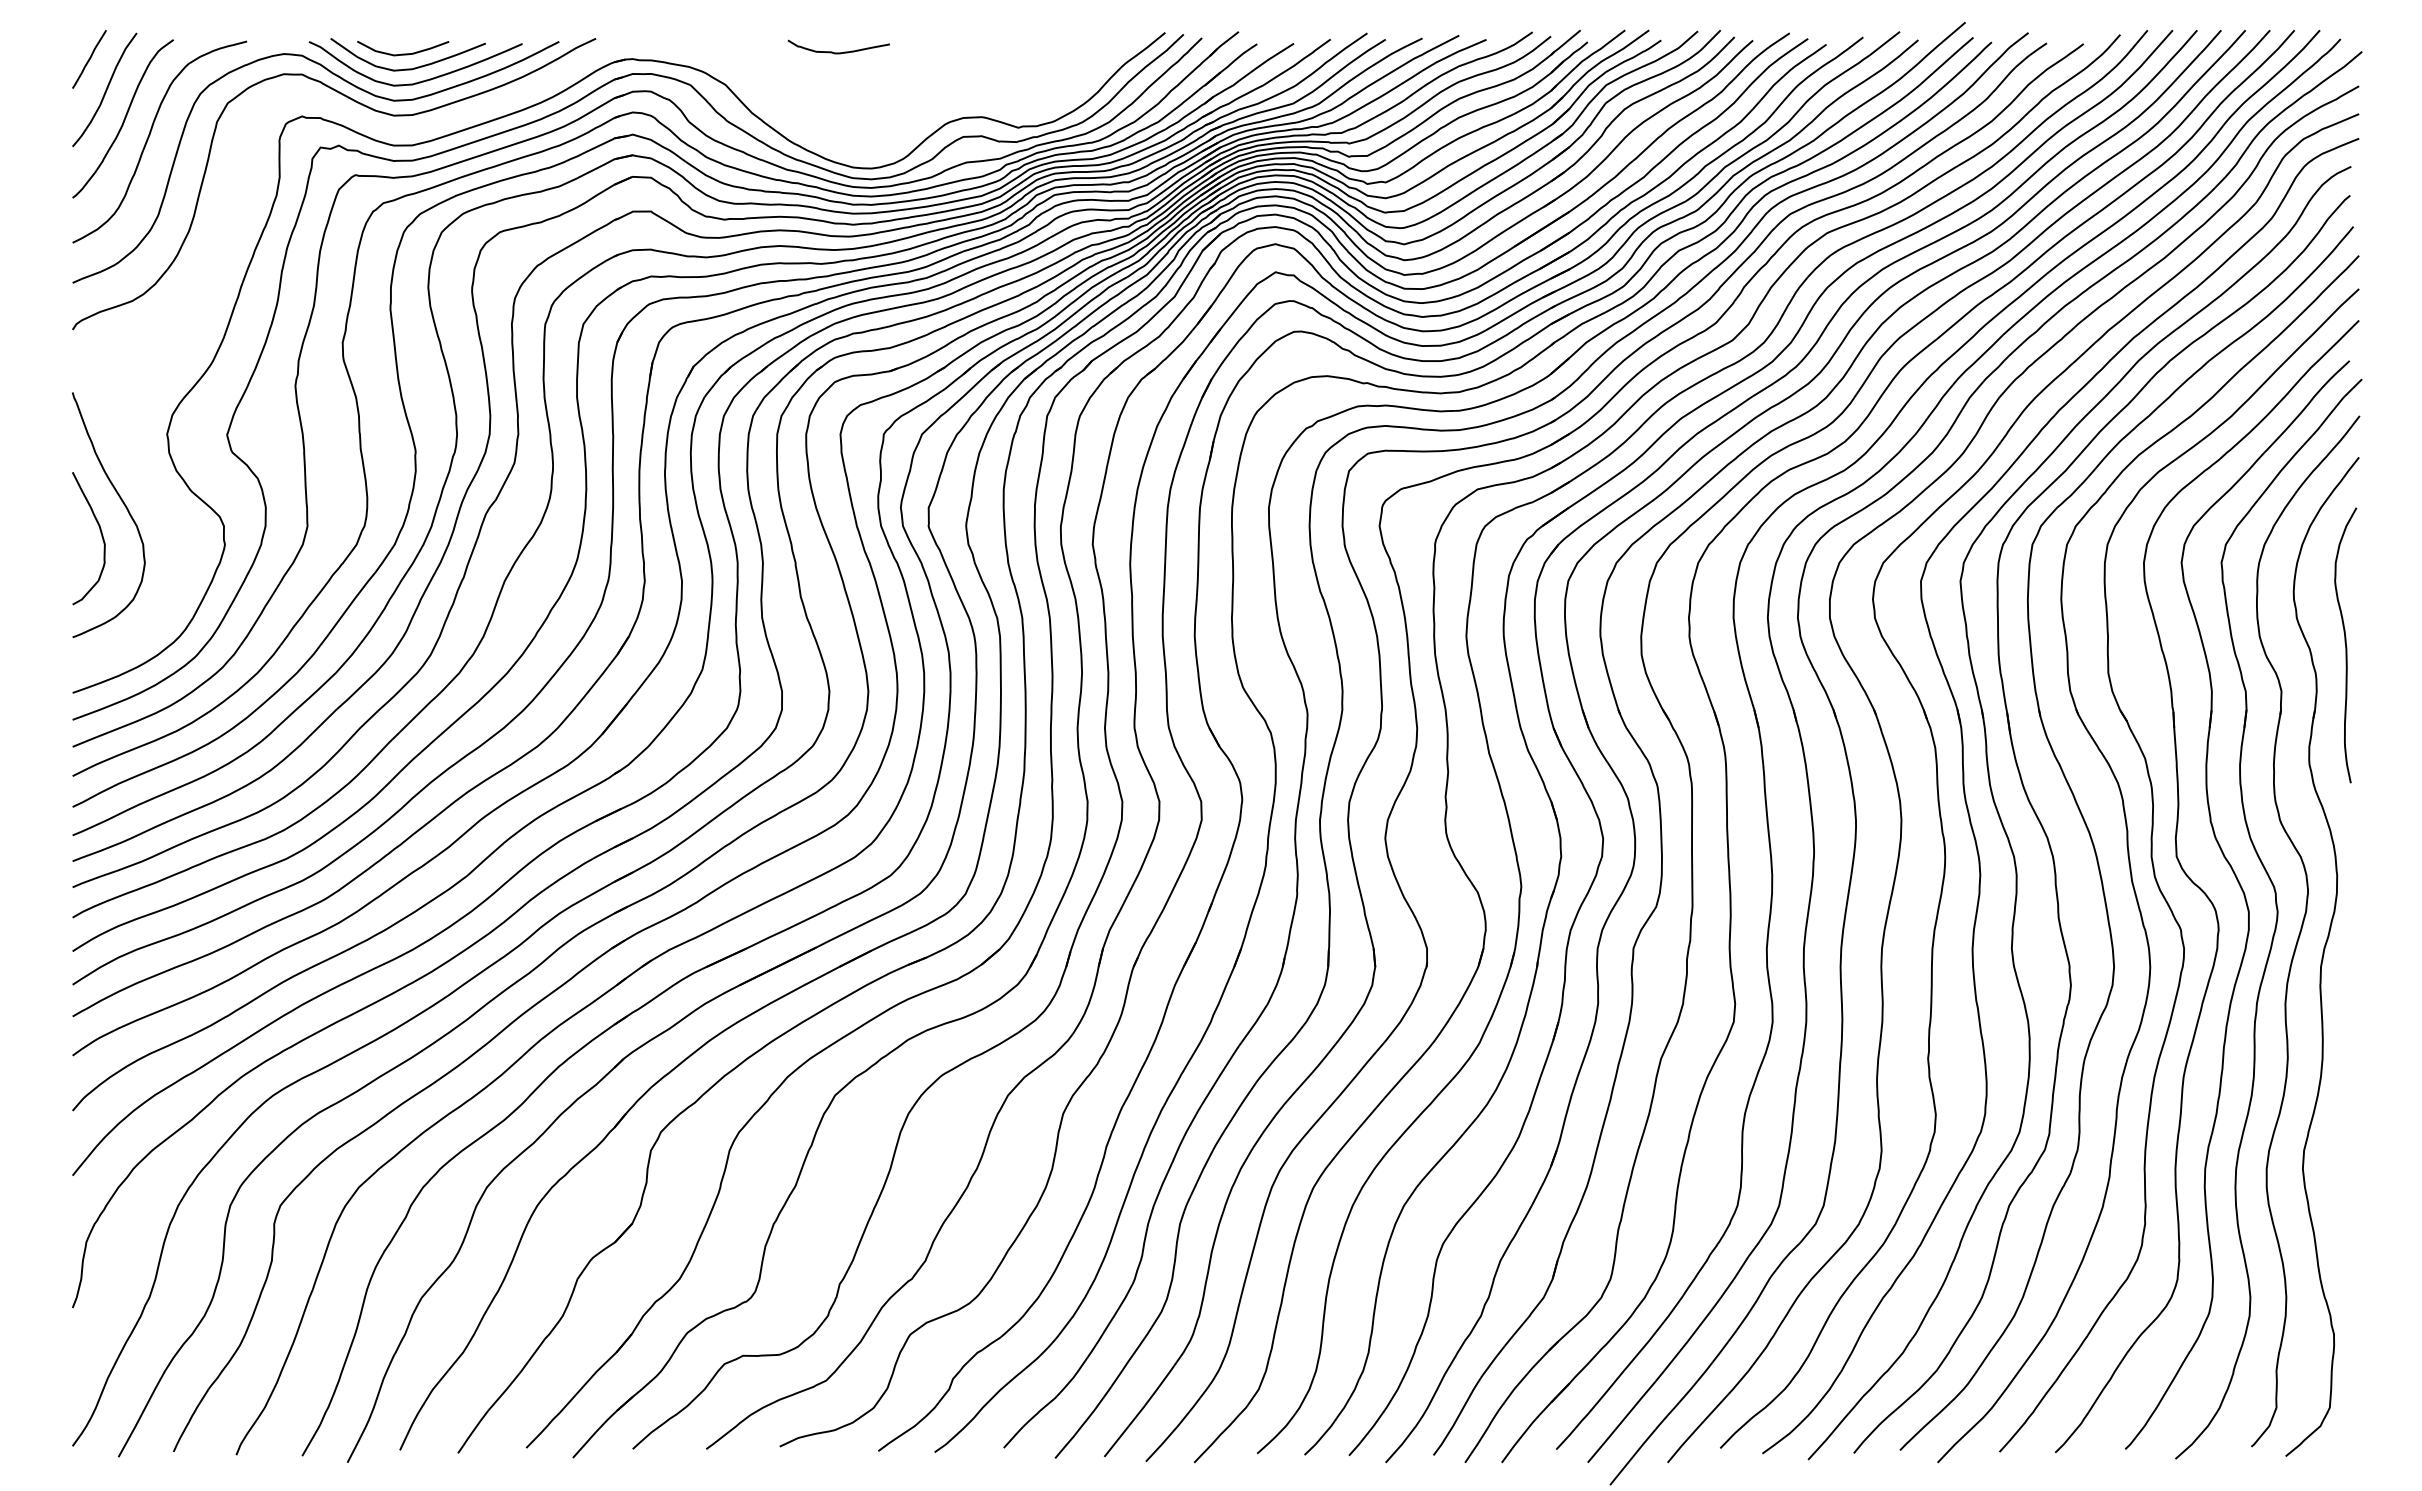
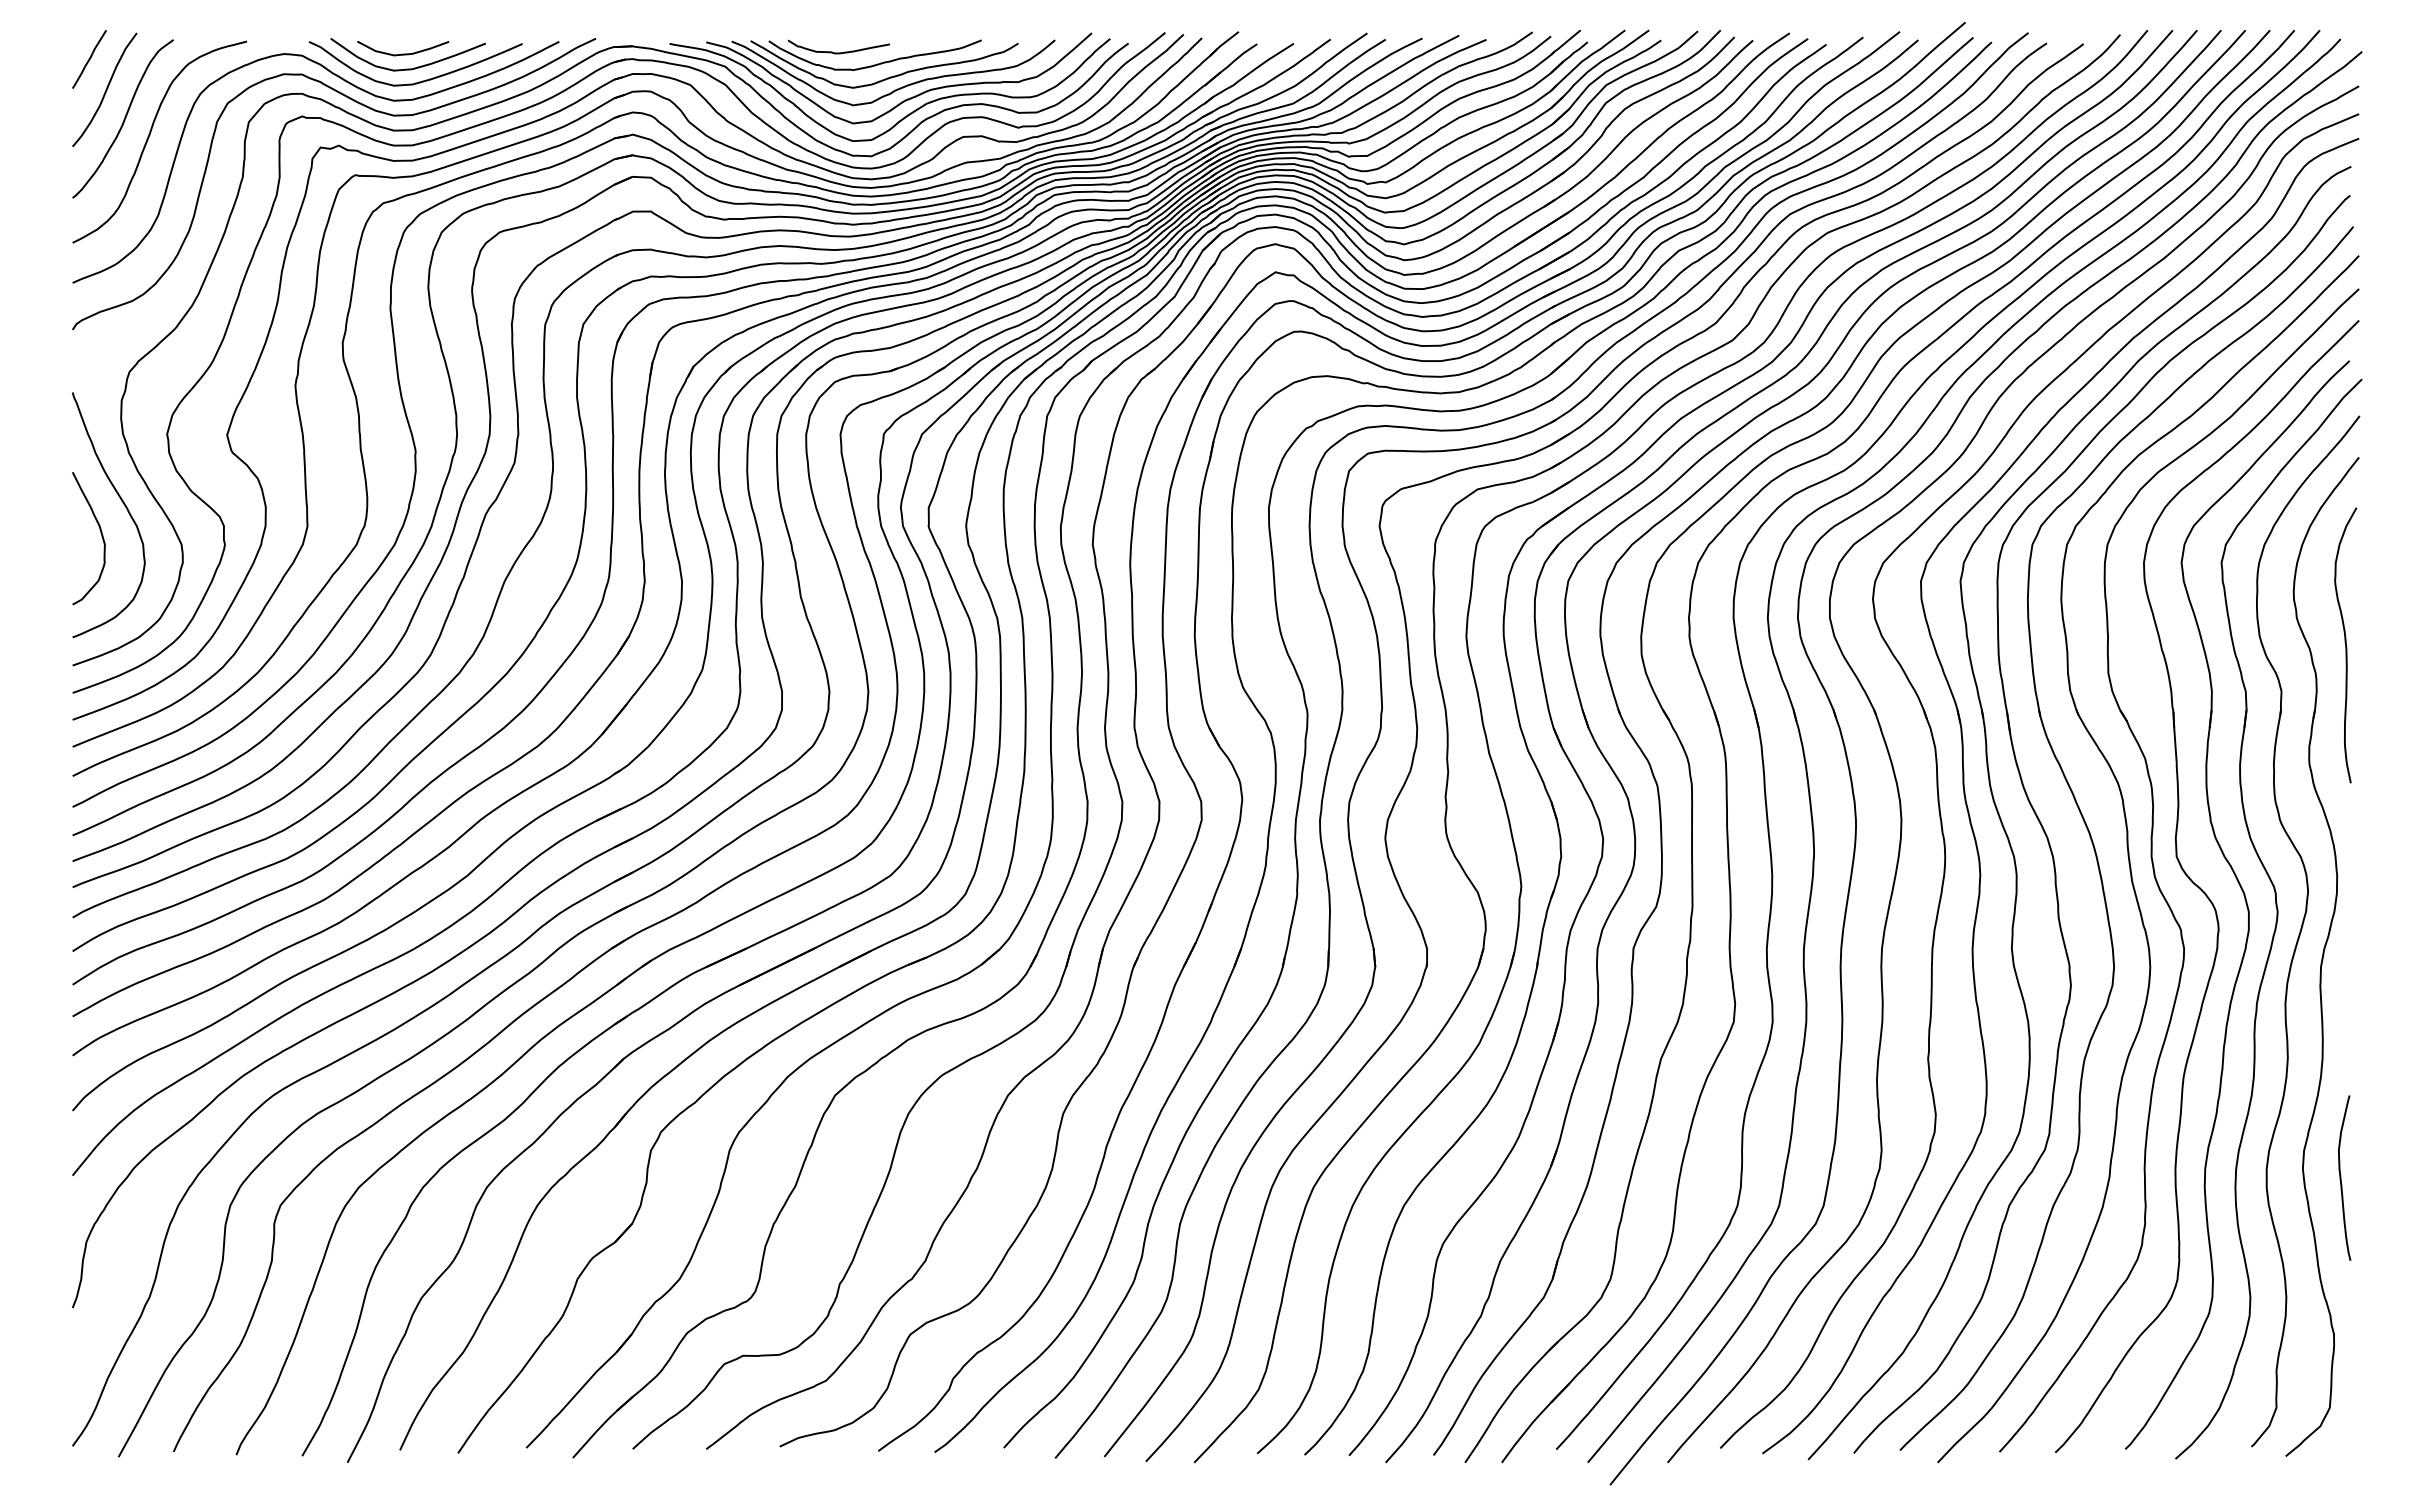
part at (503, 102): none -> present
curve at (2341, 1177): none -> present
